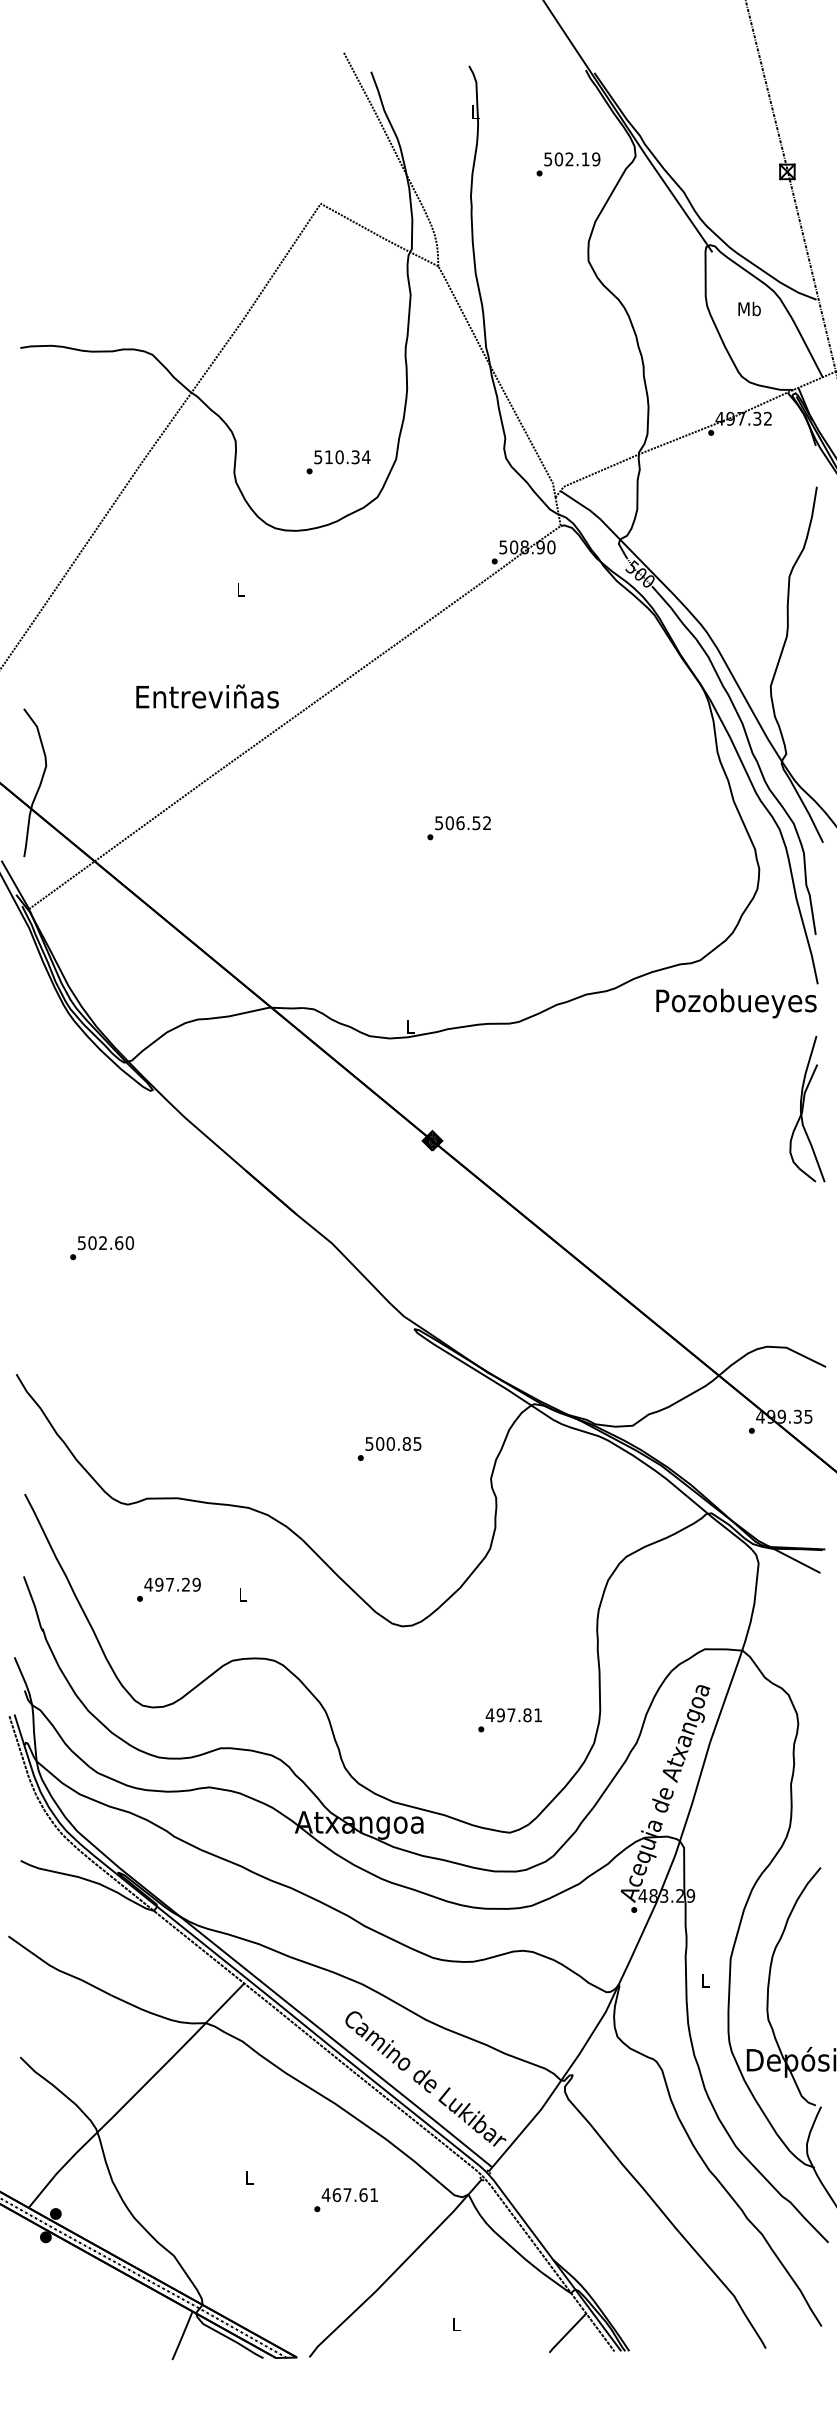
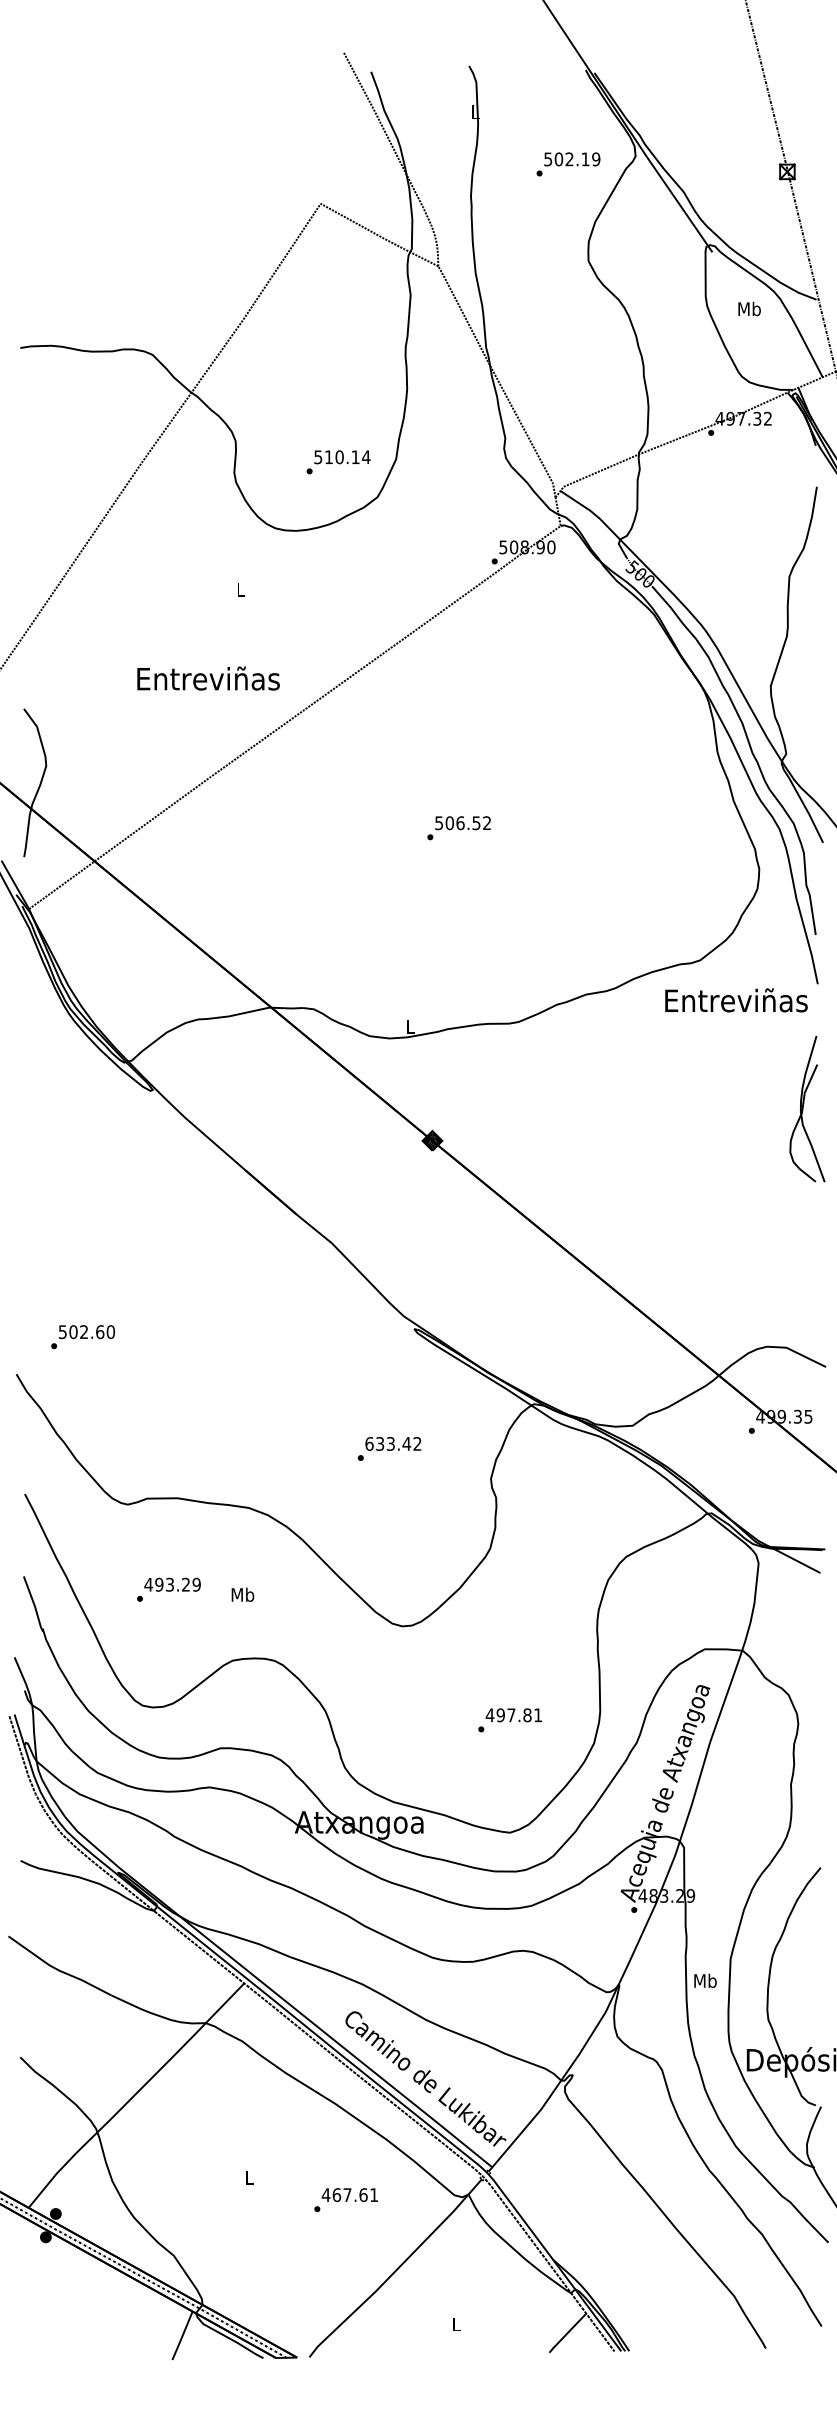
text at (355, 457): 510.34 -> 510.14
text at (207, 696) position: (207, 696) -> (208, 678)
text at (736, 1003): Pozobueyes -> Entreviñas
text at (101, 1248) position: (101, 1248) -> (82, 1337)
text at (393, 1443): 500.85 -> 633.42
text at (169, 1584): 497.29 -> 493.29
text at (242, 1594): L -> Mb
text at (705, 1980): L -> Mb
